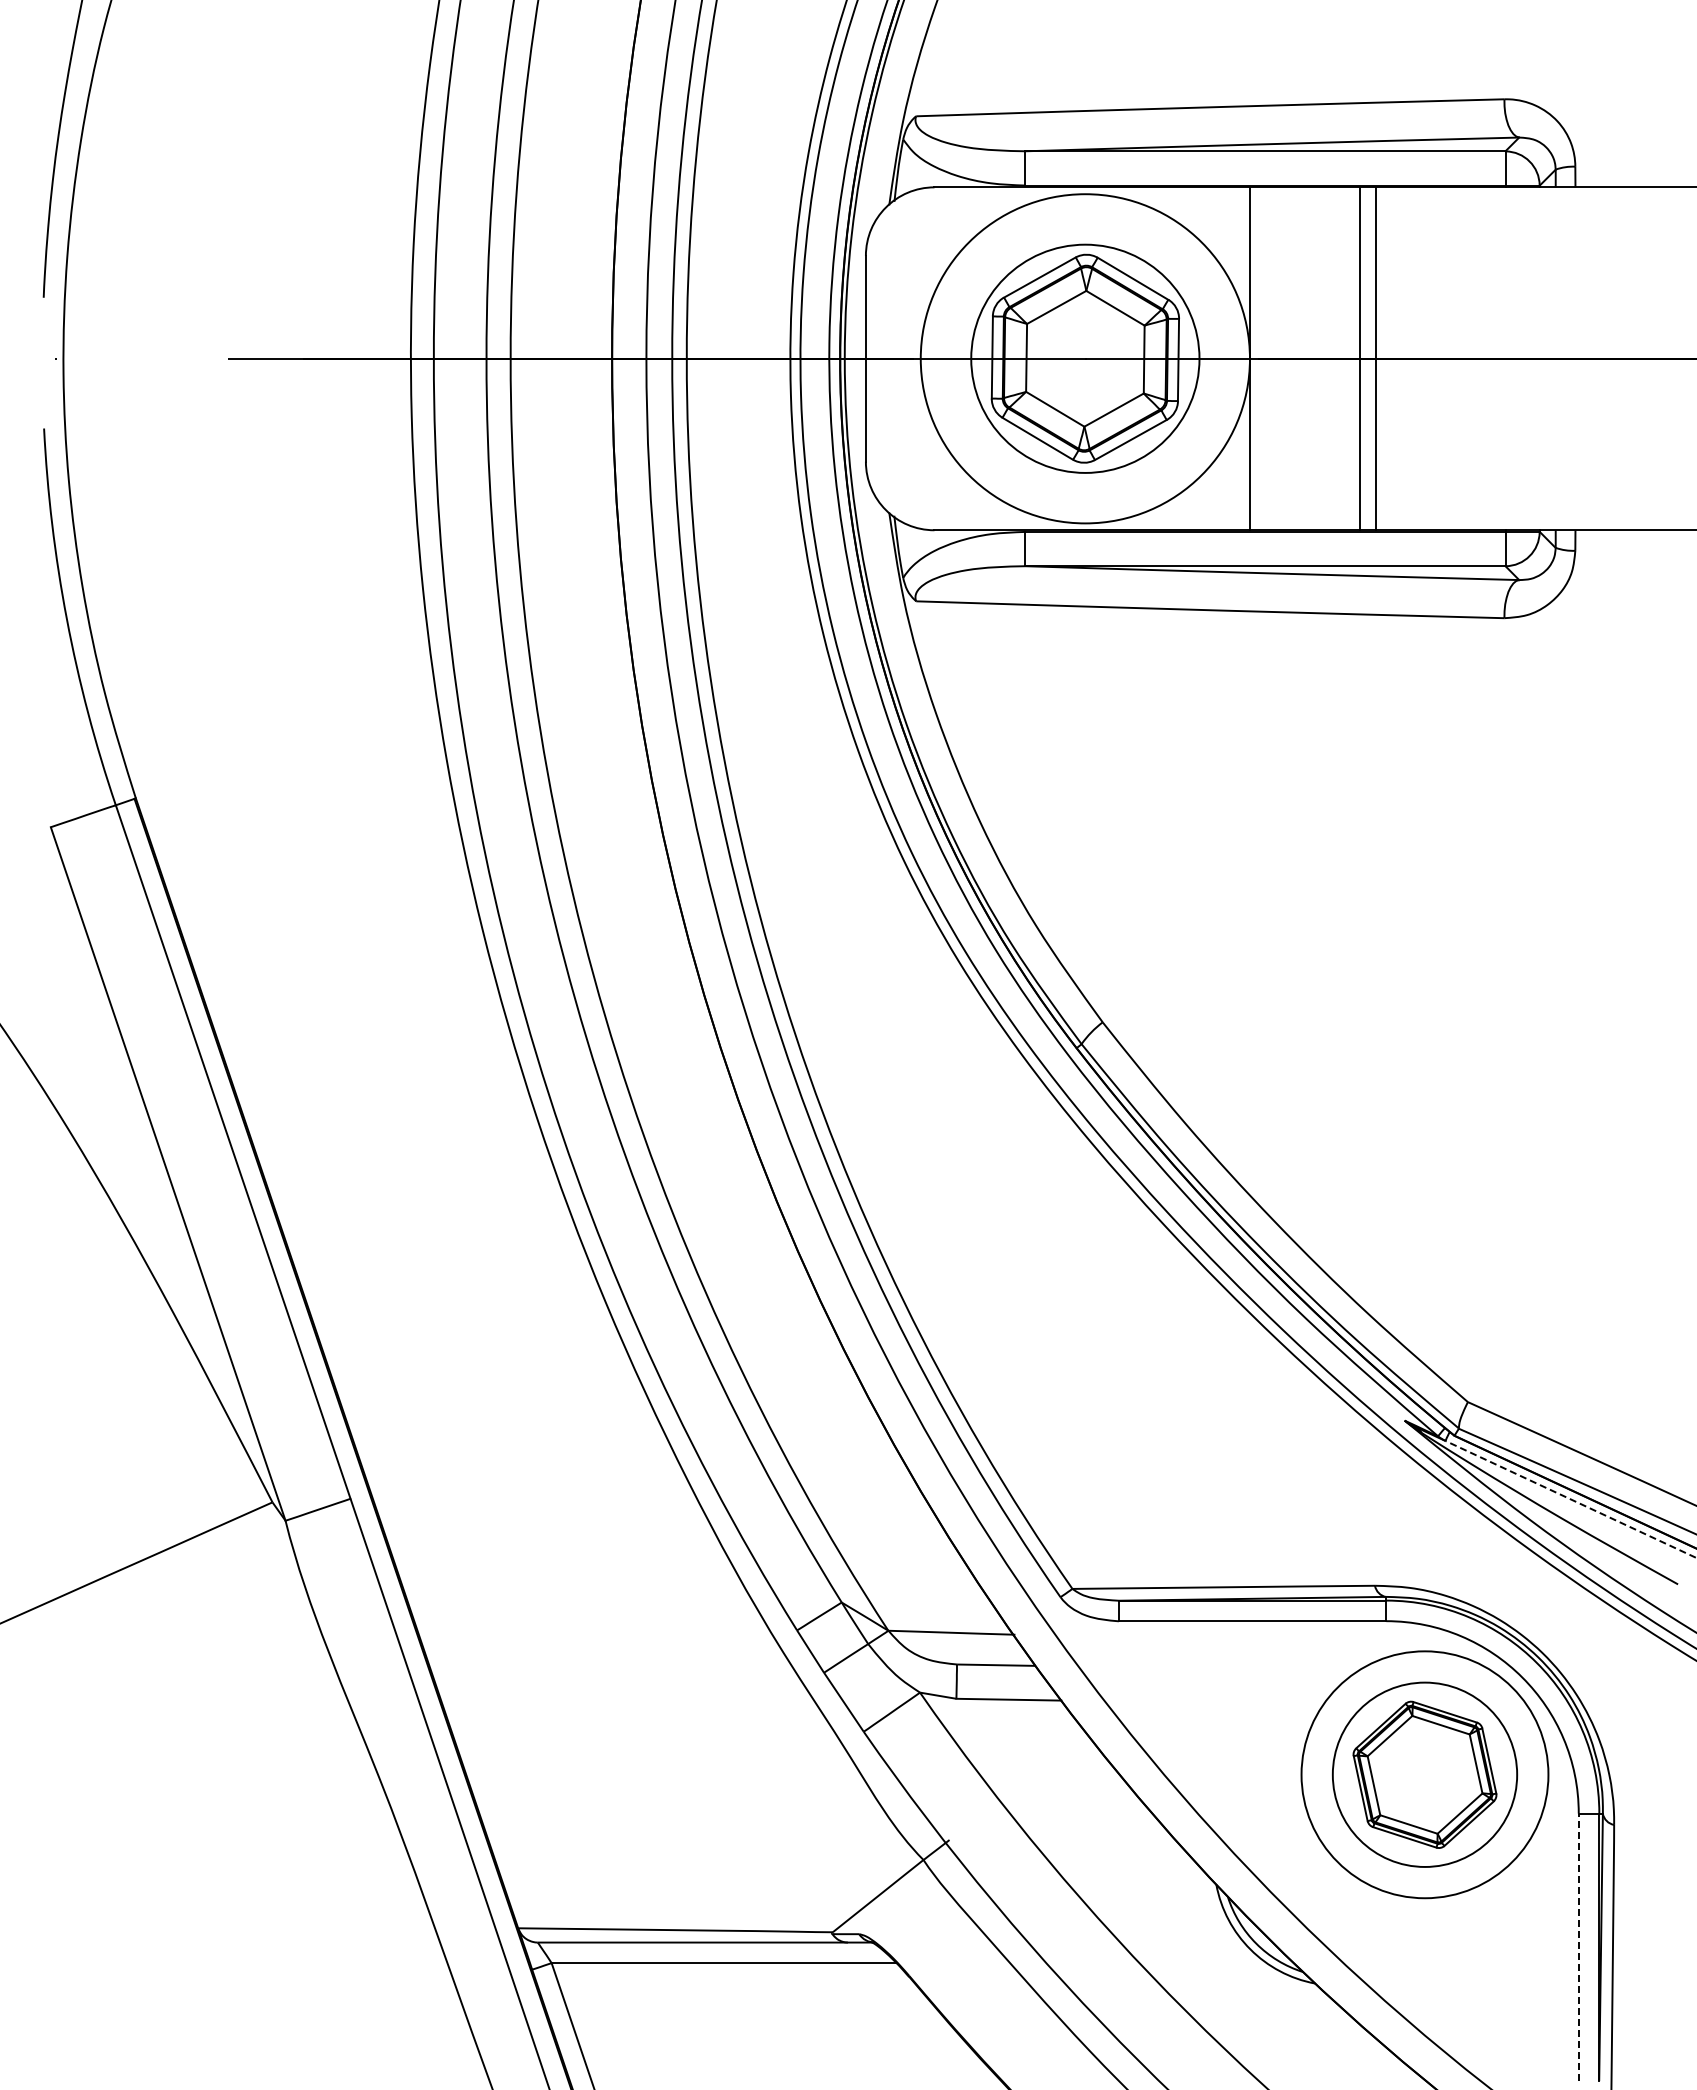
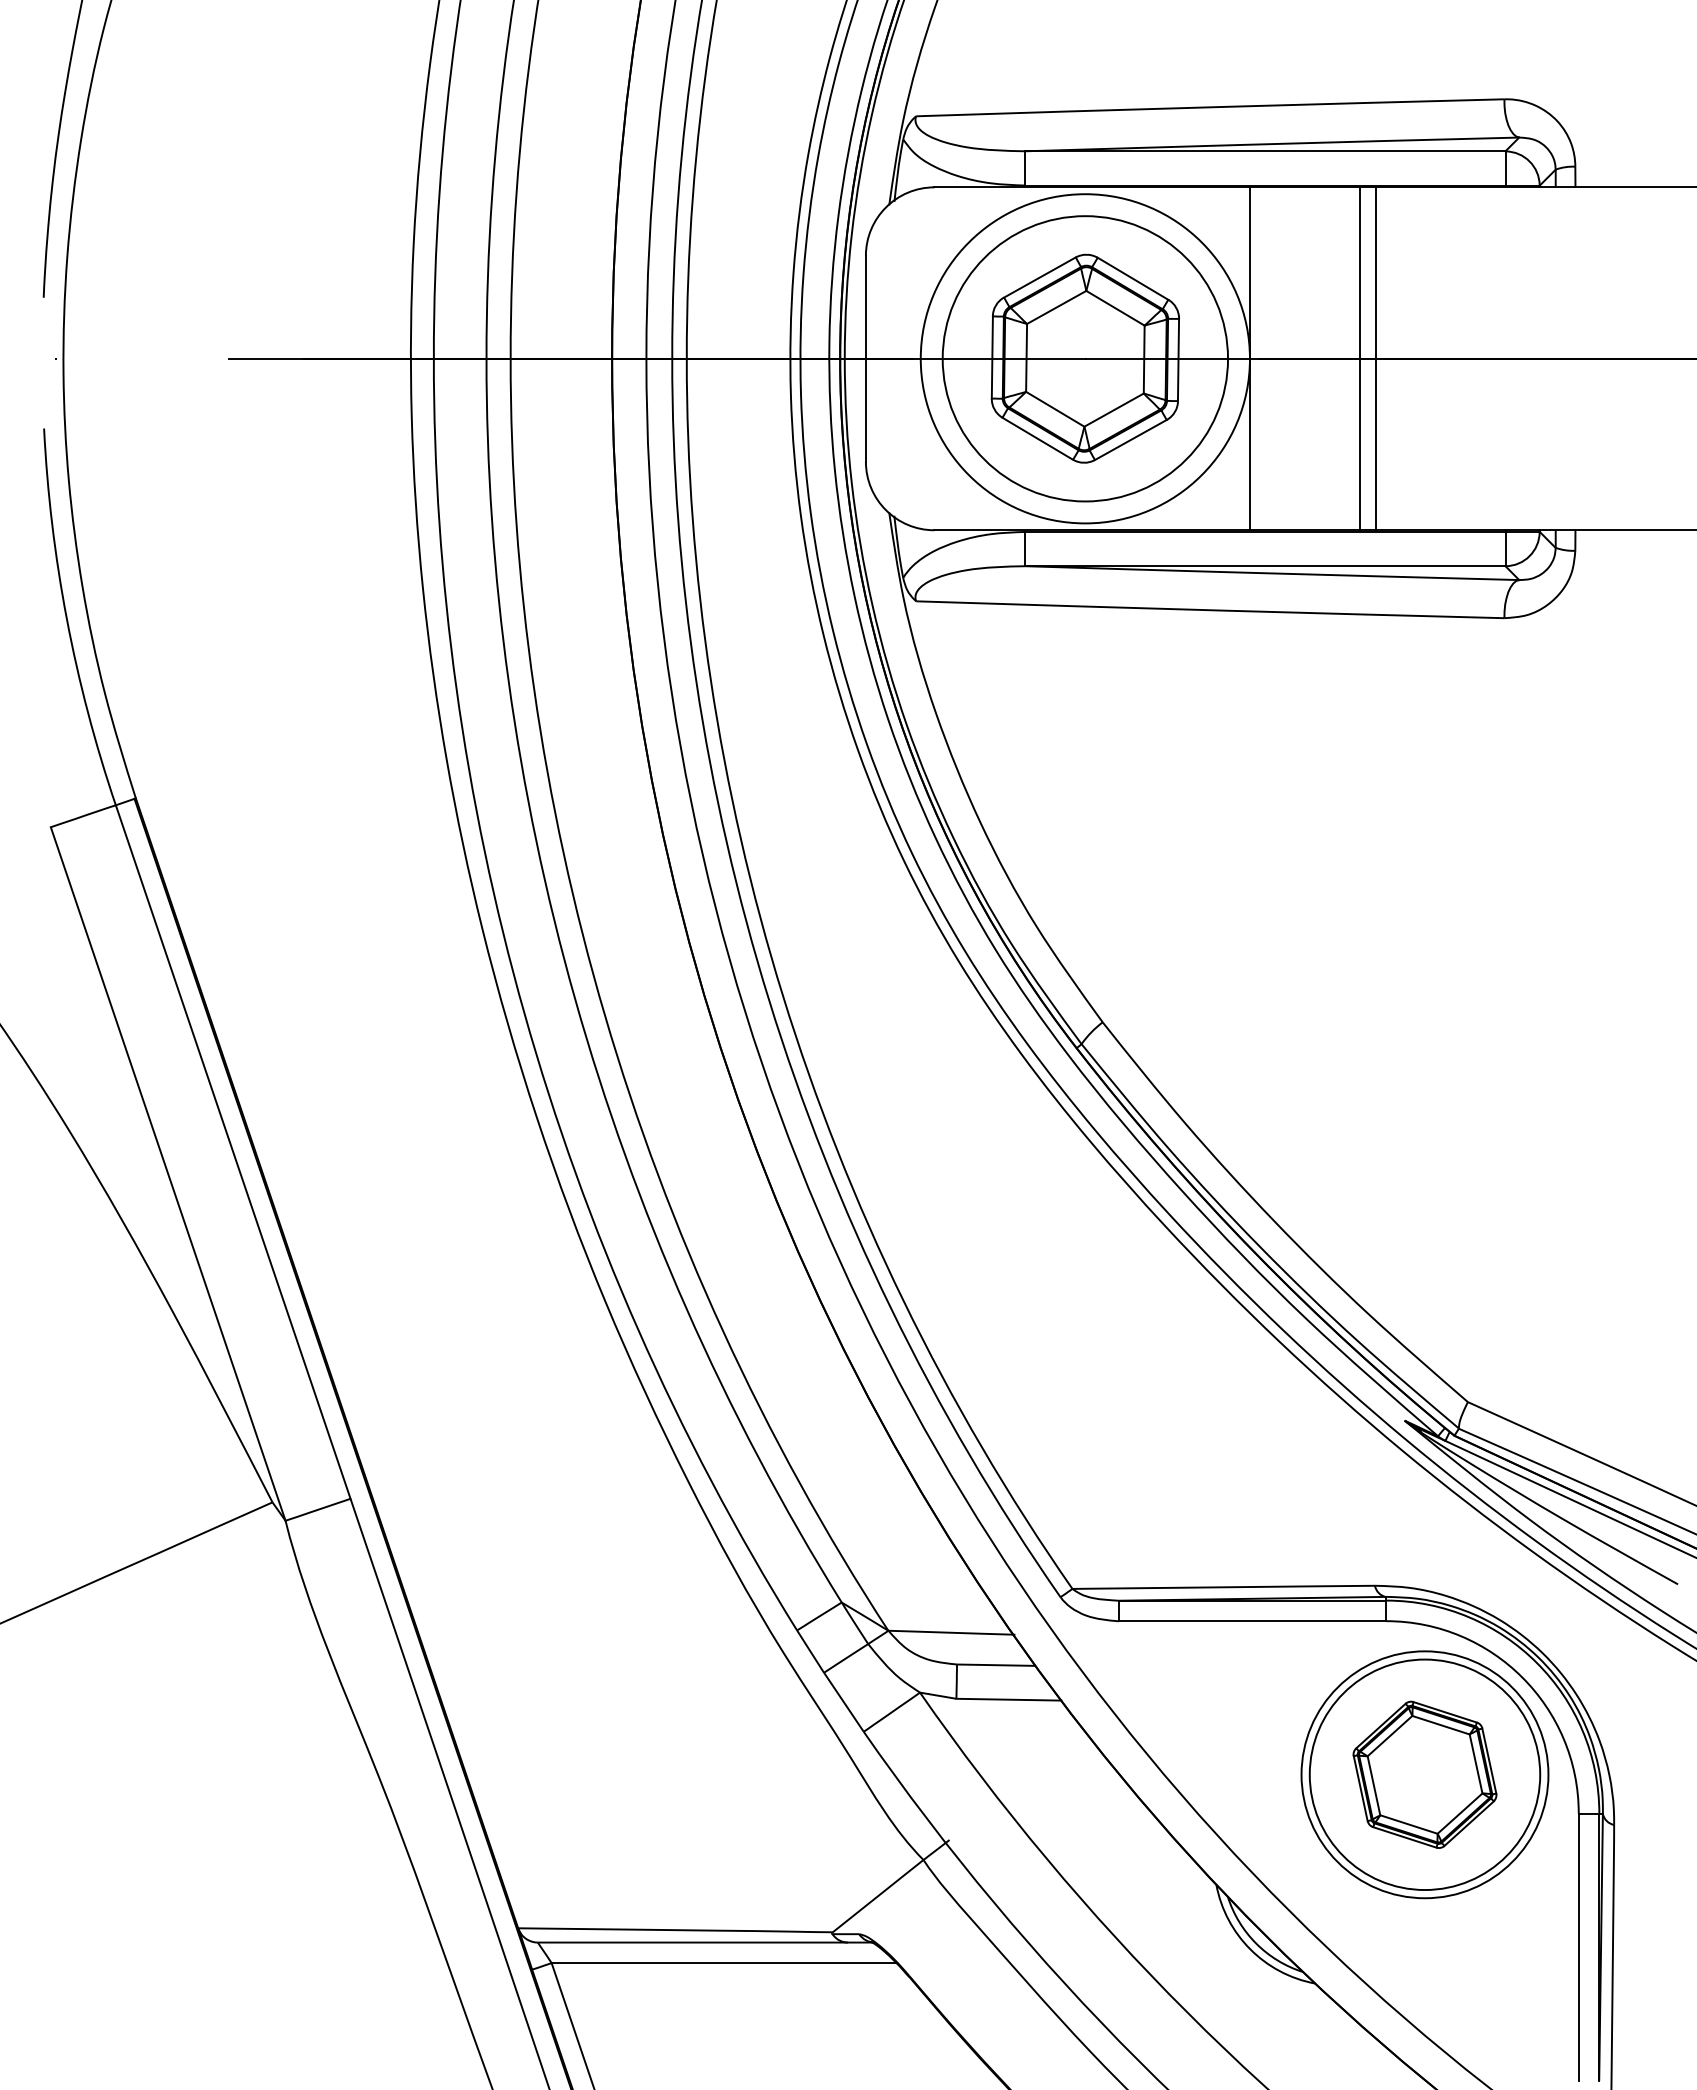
circle at (1085, 358) diameter: 228 px -> 285 px
line at (1570, 1499): dashed -> solid
circle at (1424, 1774) diameter: 184 px -> 230 px
line at (1578, 1947): dashed -> solid
